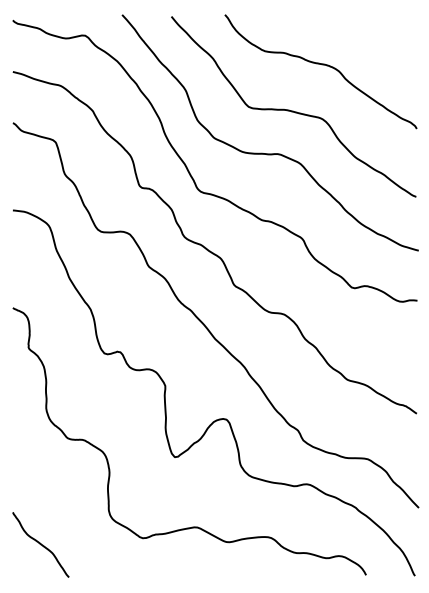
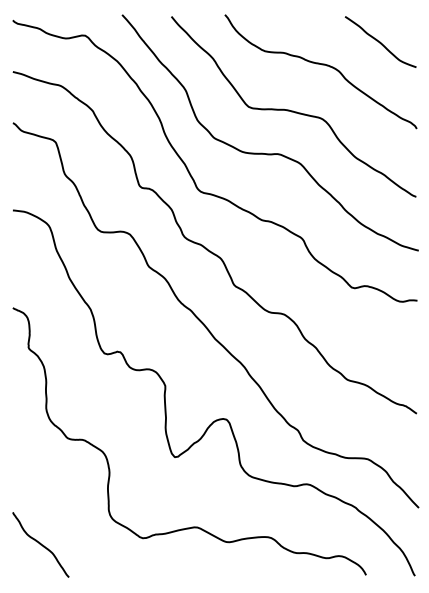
curve at (380, 41): none -> present
